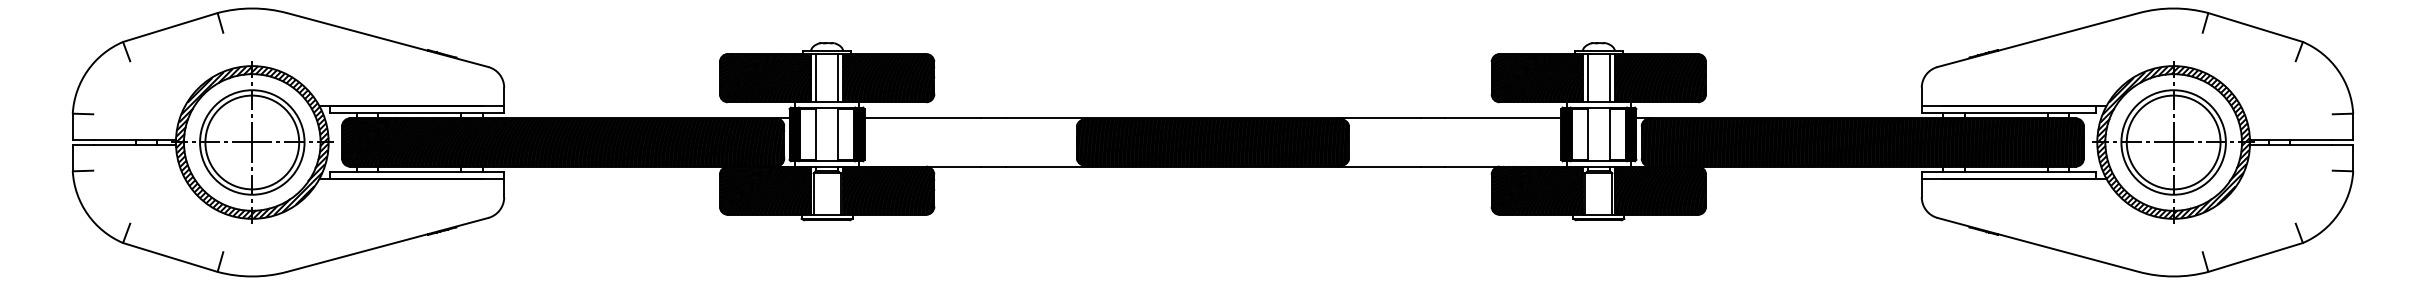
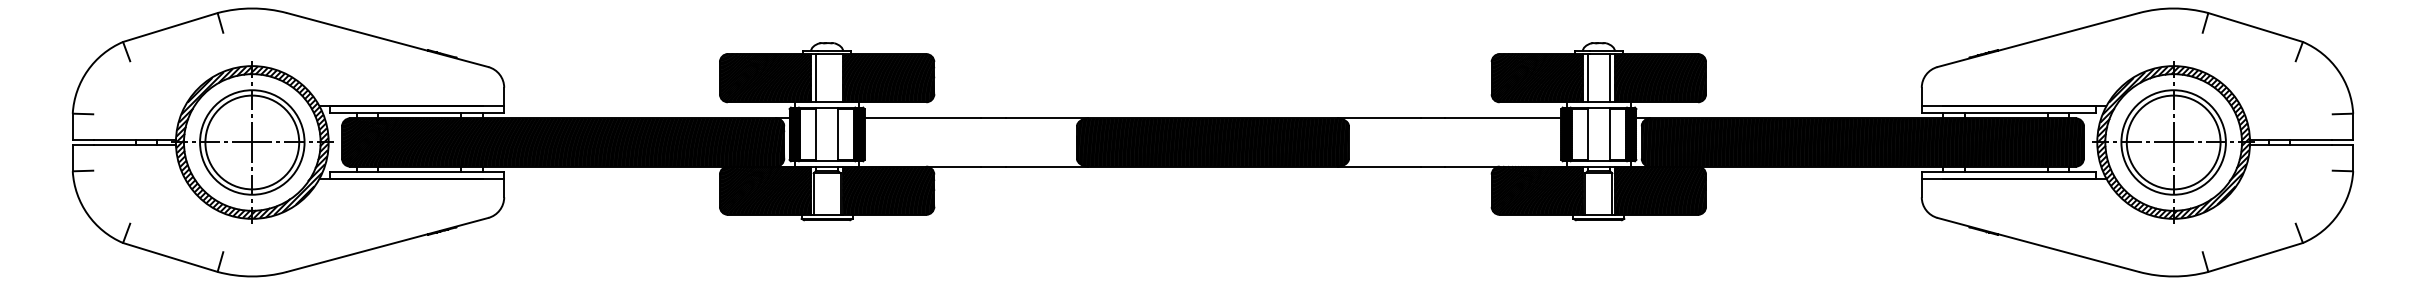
line at (837, 78): present -> none
